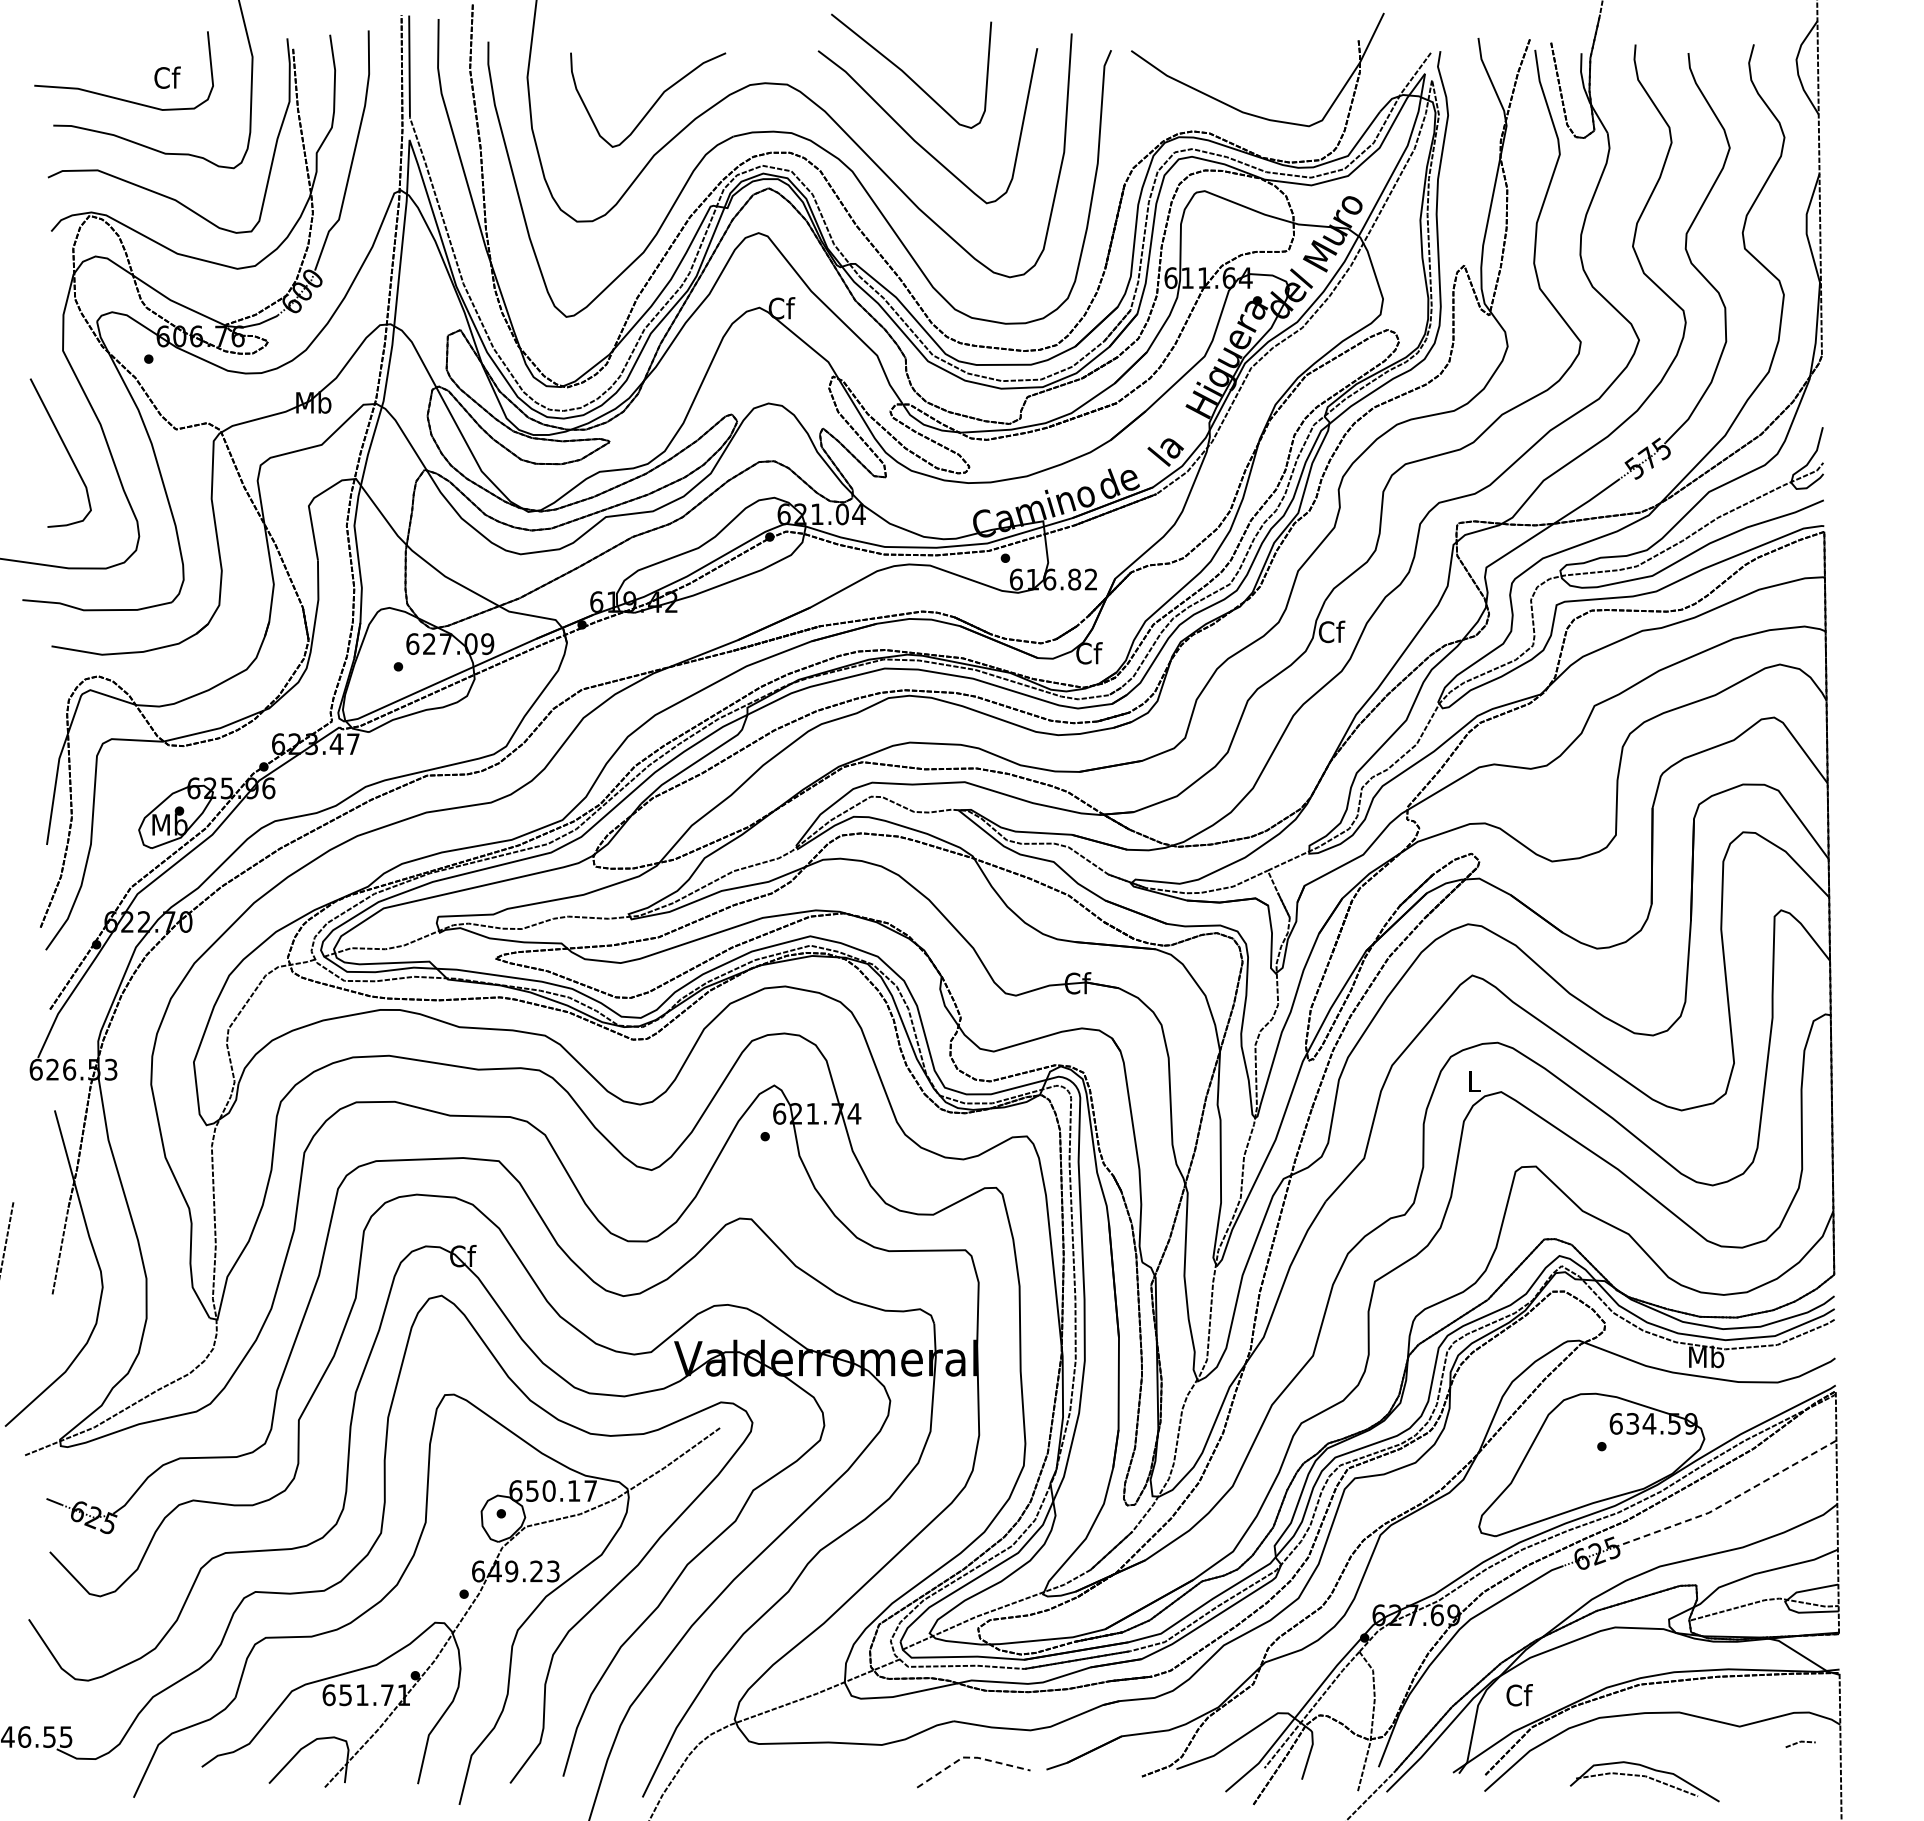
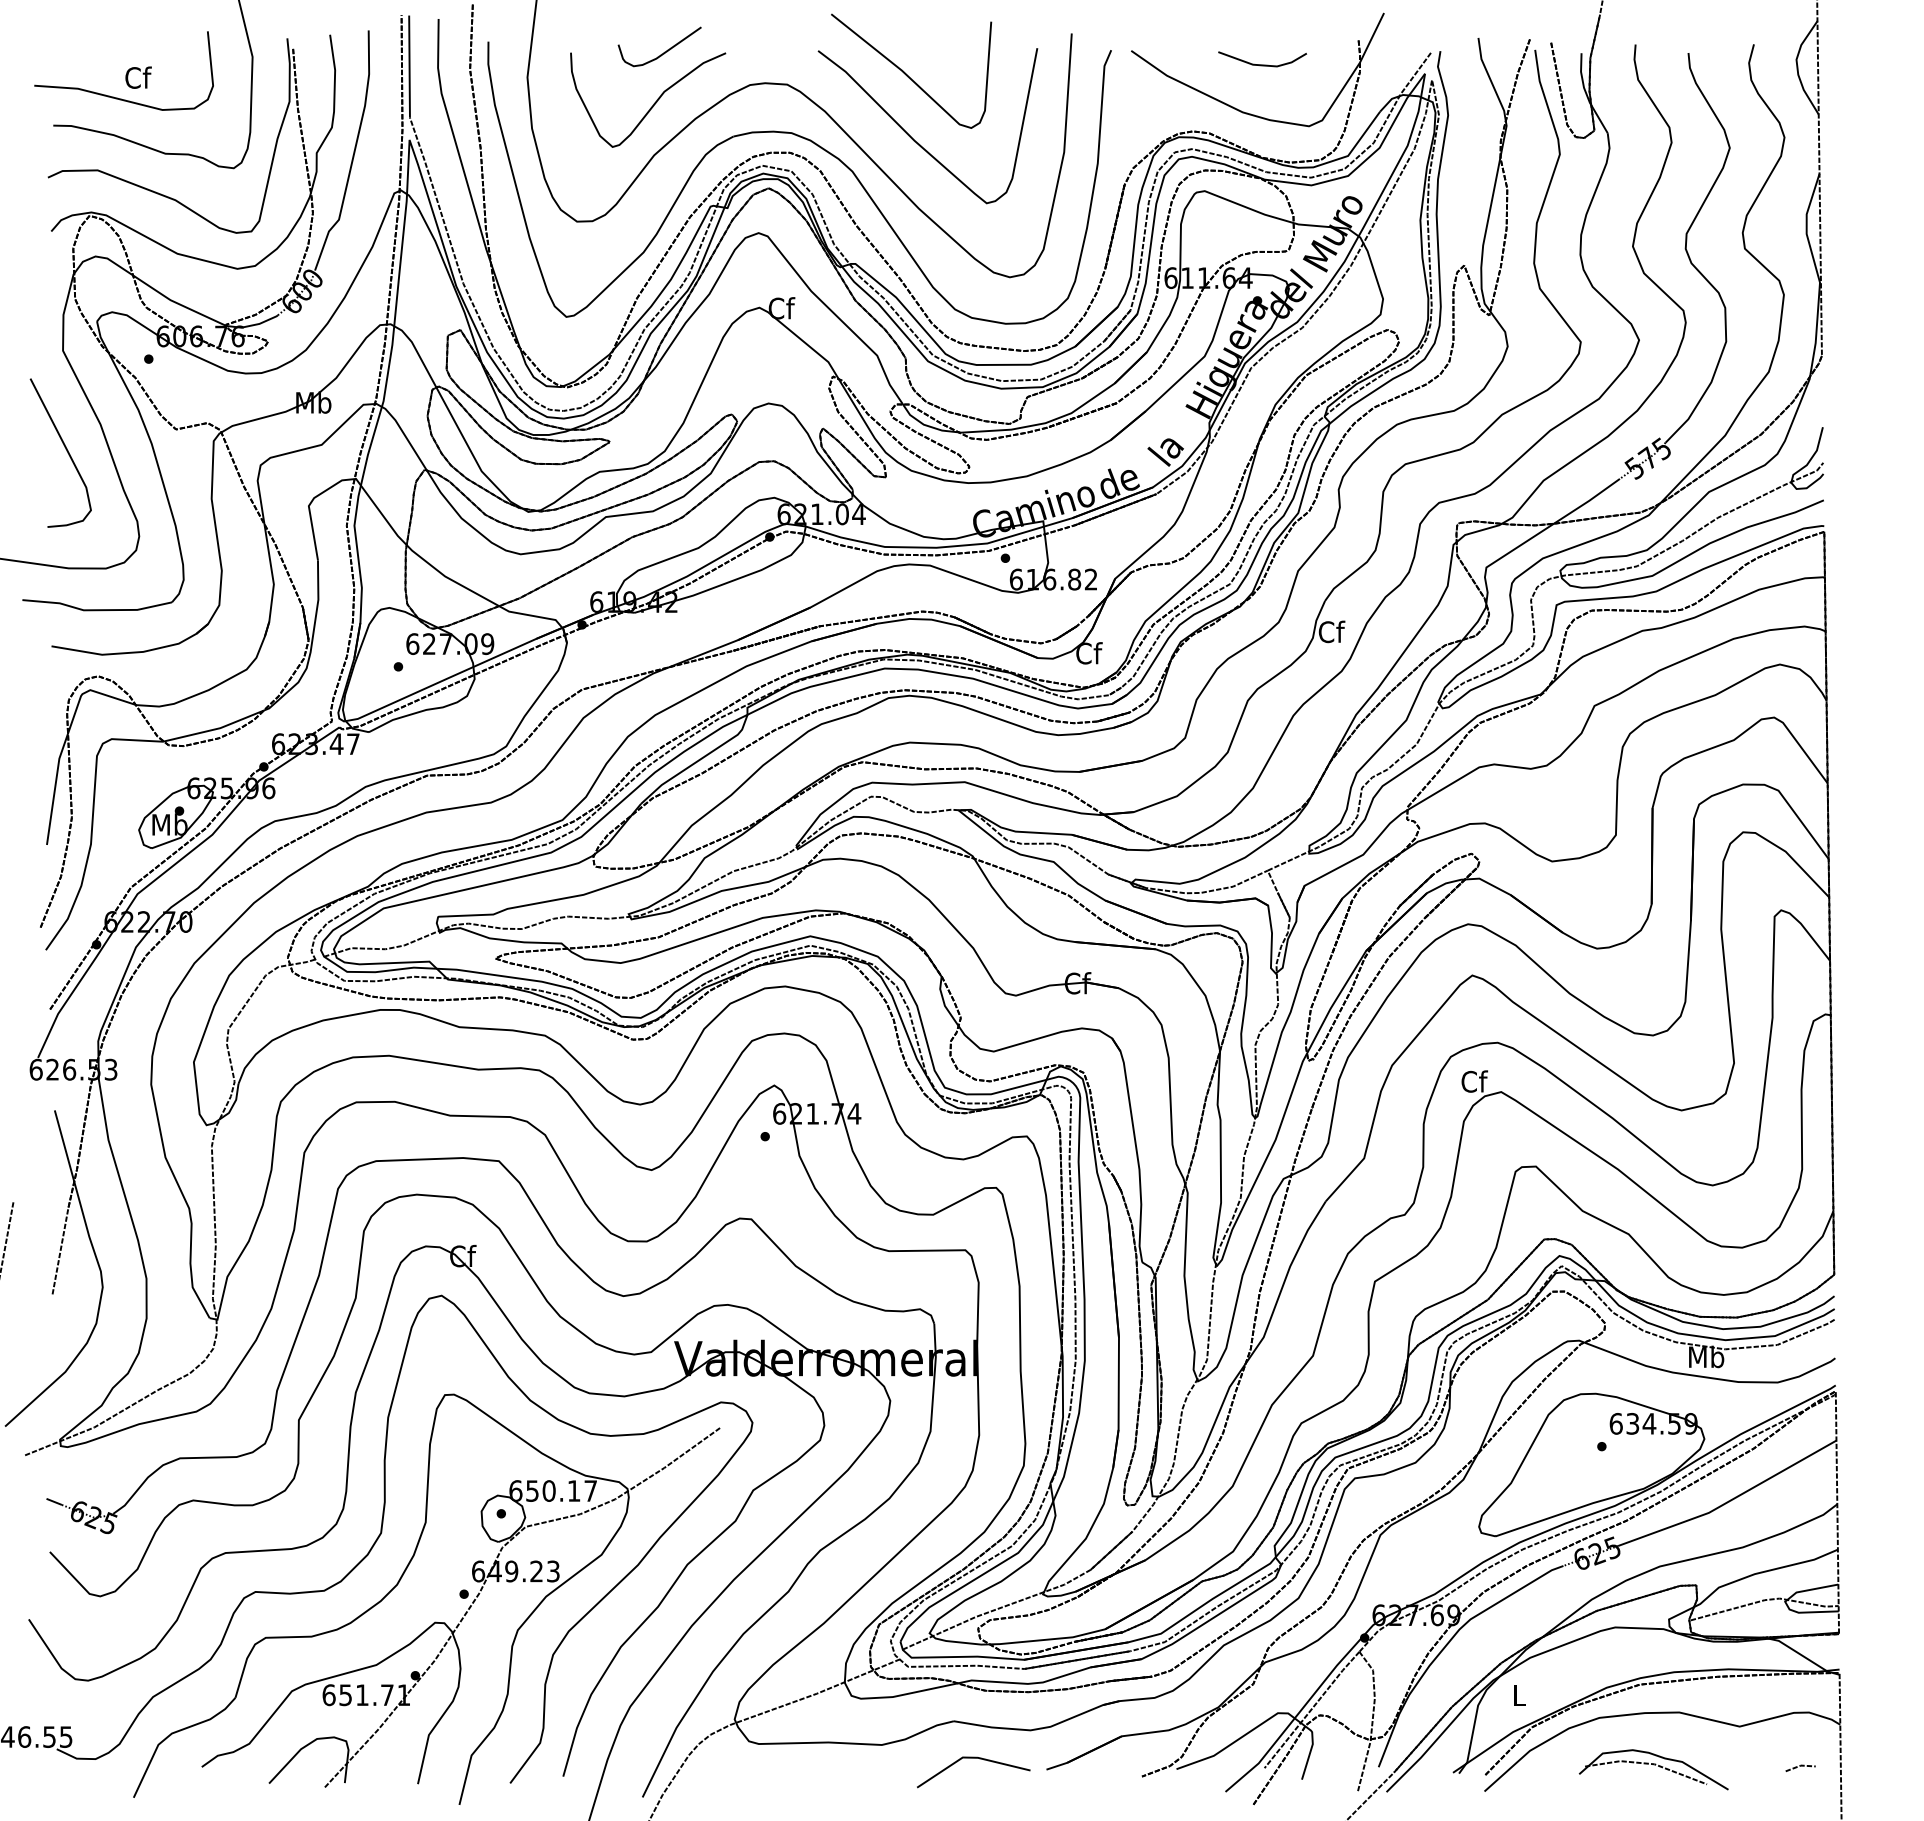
curve at (664, 51): none -> present
line at (1262, 64): none -> present
text at (167, 77) position: (167, 77) -> (138, 77)
text at (1474, 1081): L -> Cf
line at (1729, 1501): dashed -> solid
text at (1519, 1695): Cf -> L
line at (1800, 1742) position: (1800, 1742) -> (1800, 1766)
line at (970, 1757): dashed -> solid
part at (1644, 1781) position: (1644, 1781) -> (1653, 1769)
